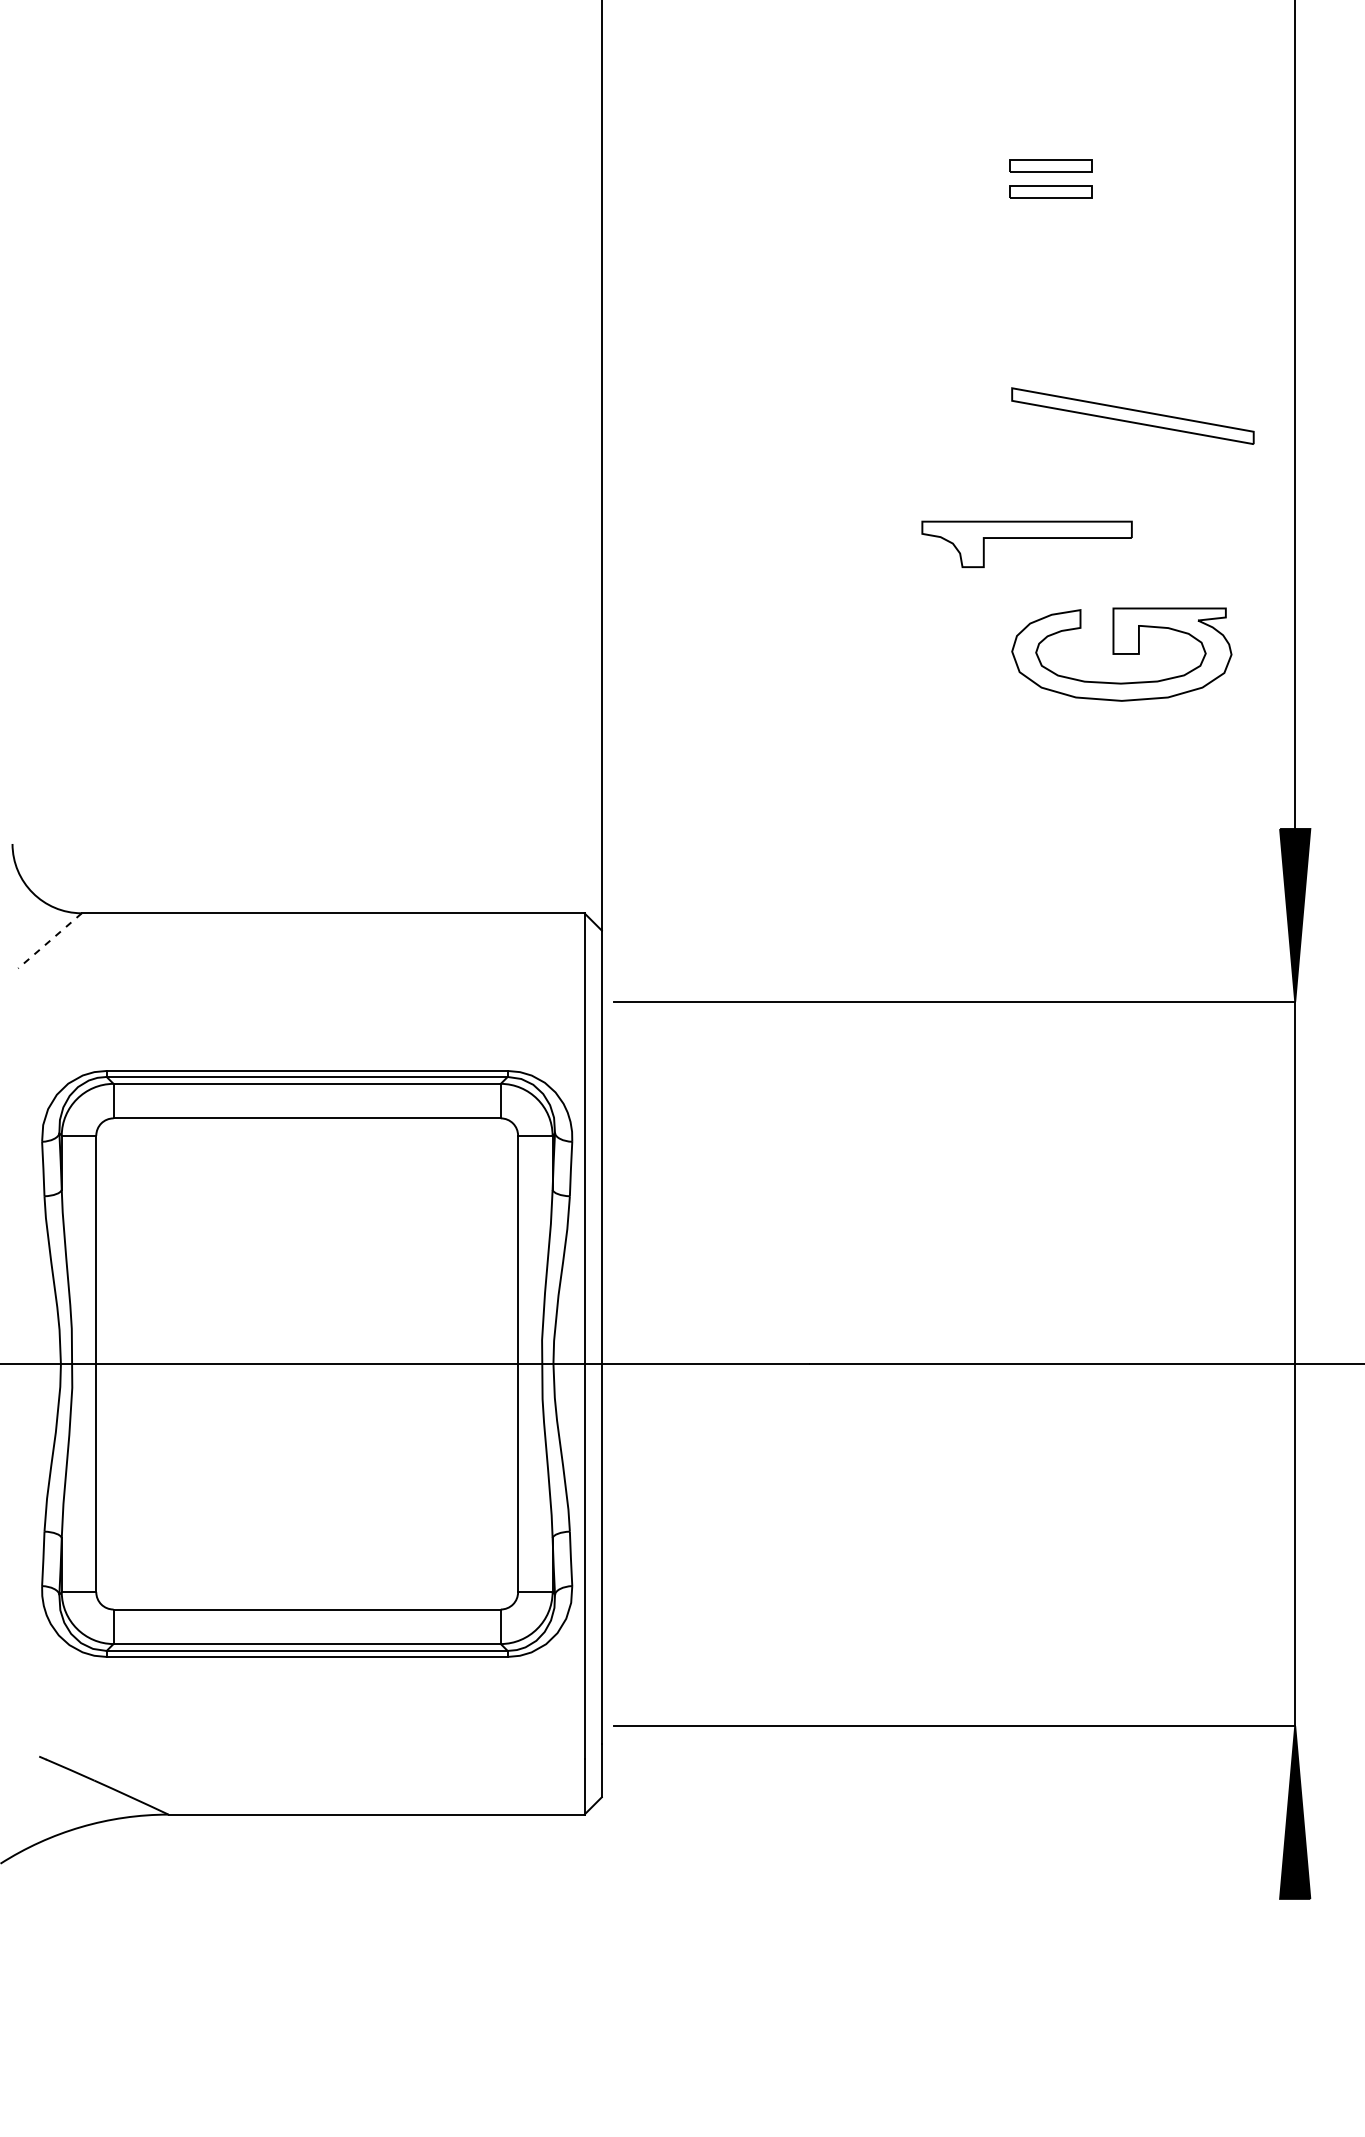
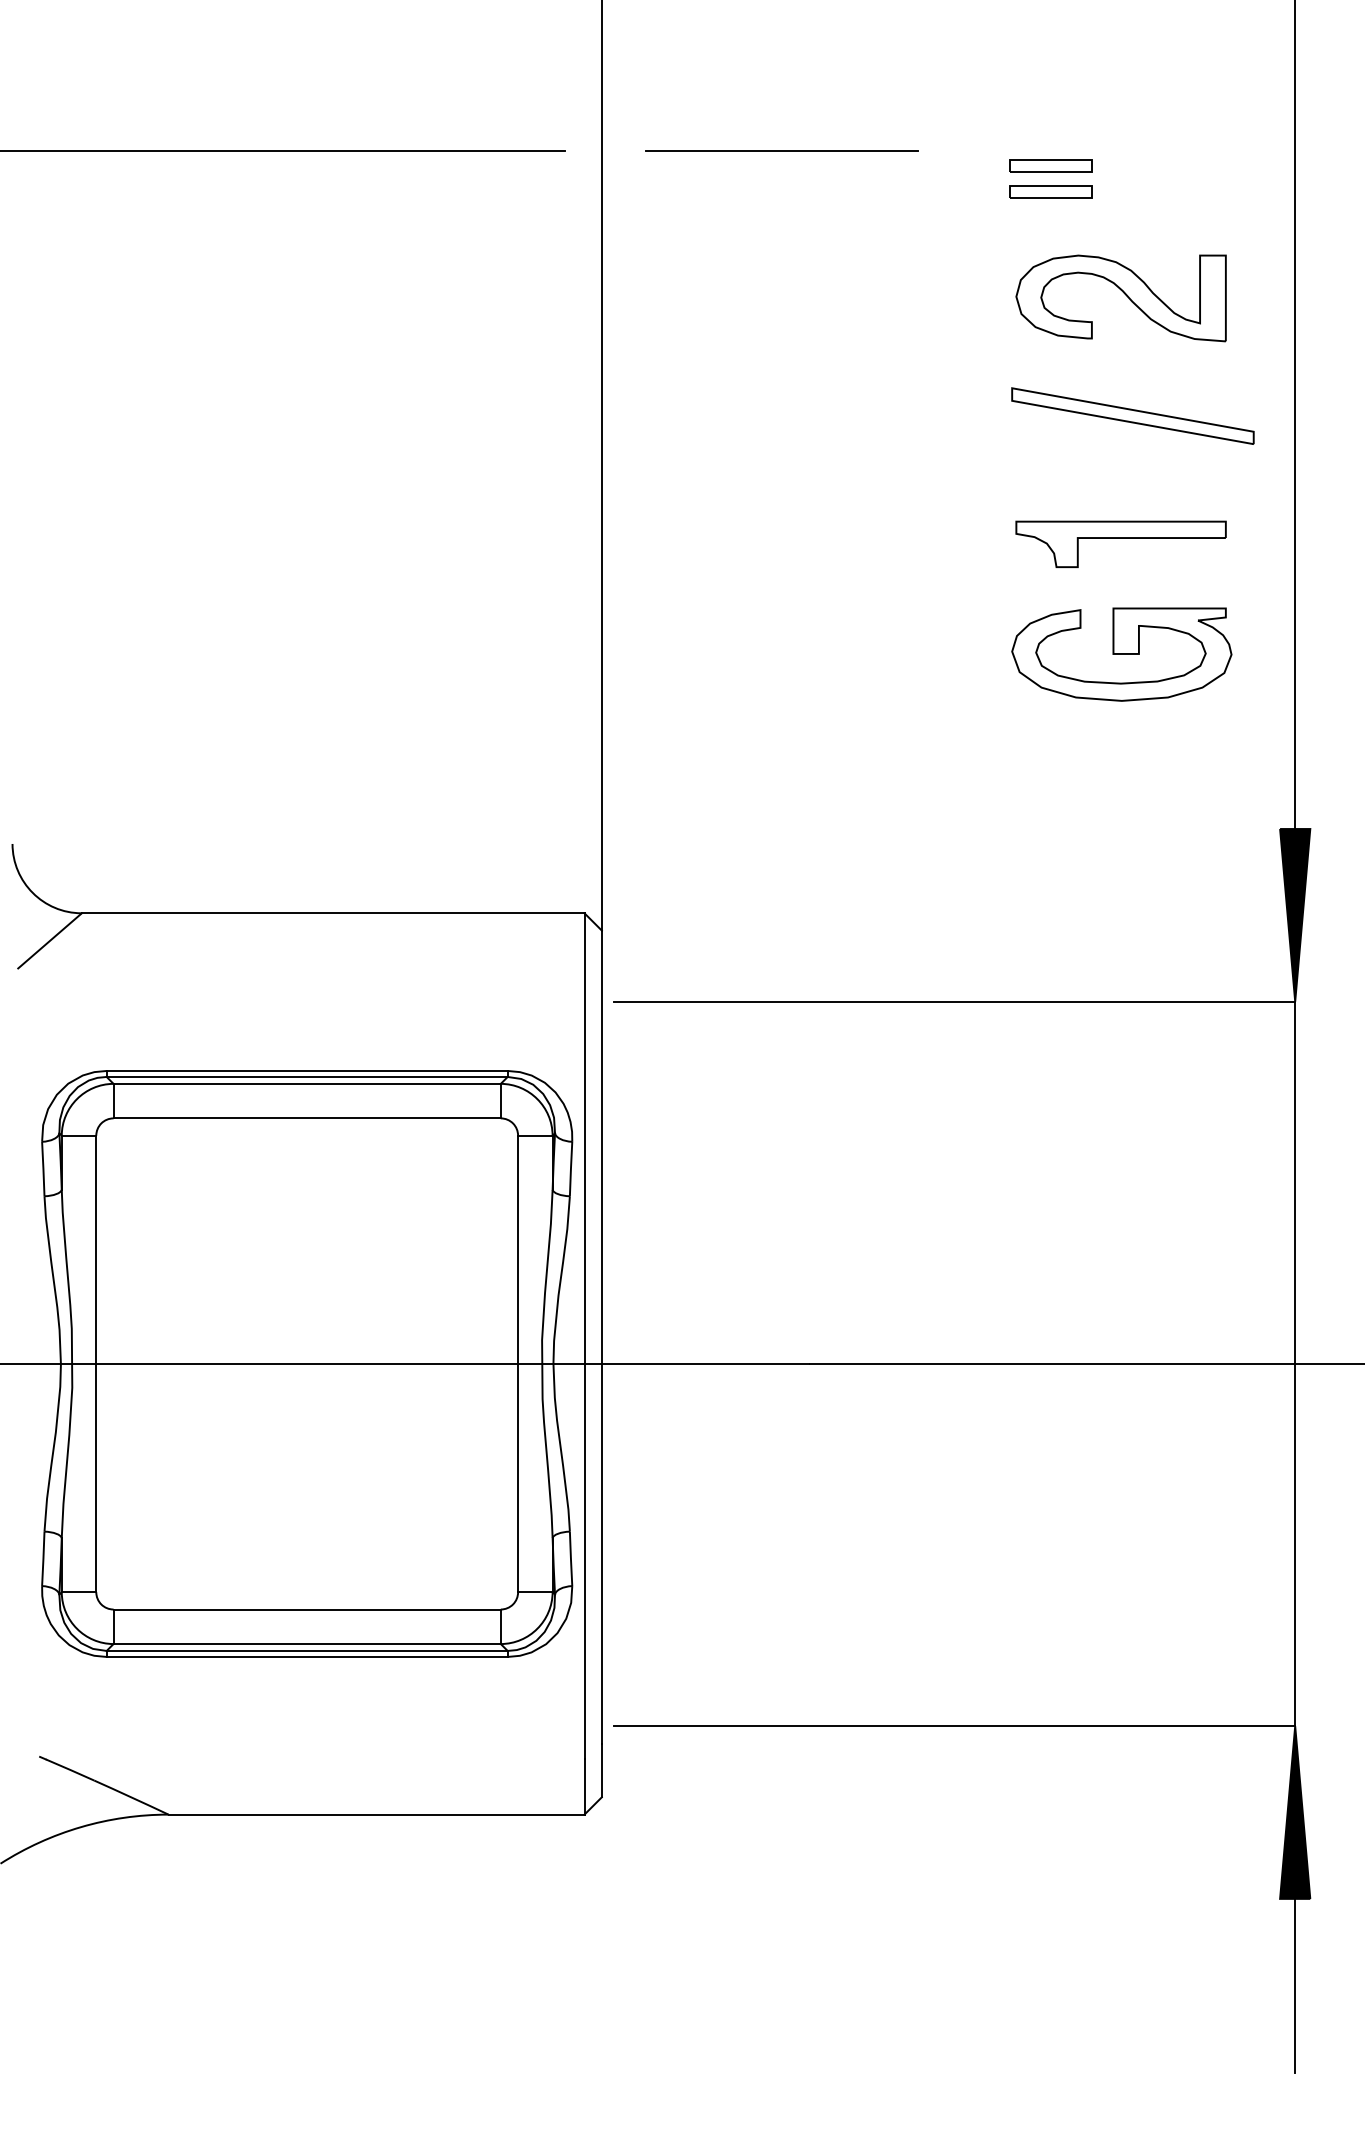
line at (283, 150): none -> present
line at (781, 150): none -> present
part at (1120, 298): none -> present
part at (1026, 543) position: (1026, 543) -> (1120, 543)
line at (49, 941): dashed -> solid
line at (1295, 1985): none -> present
